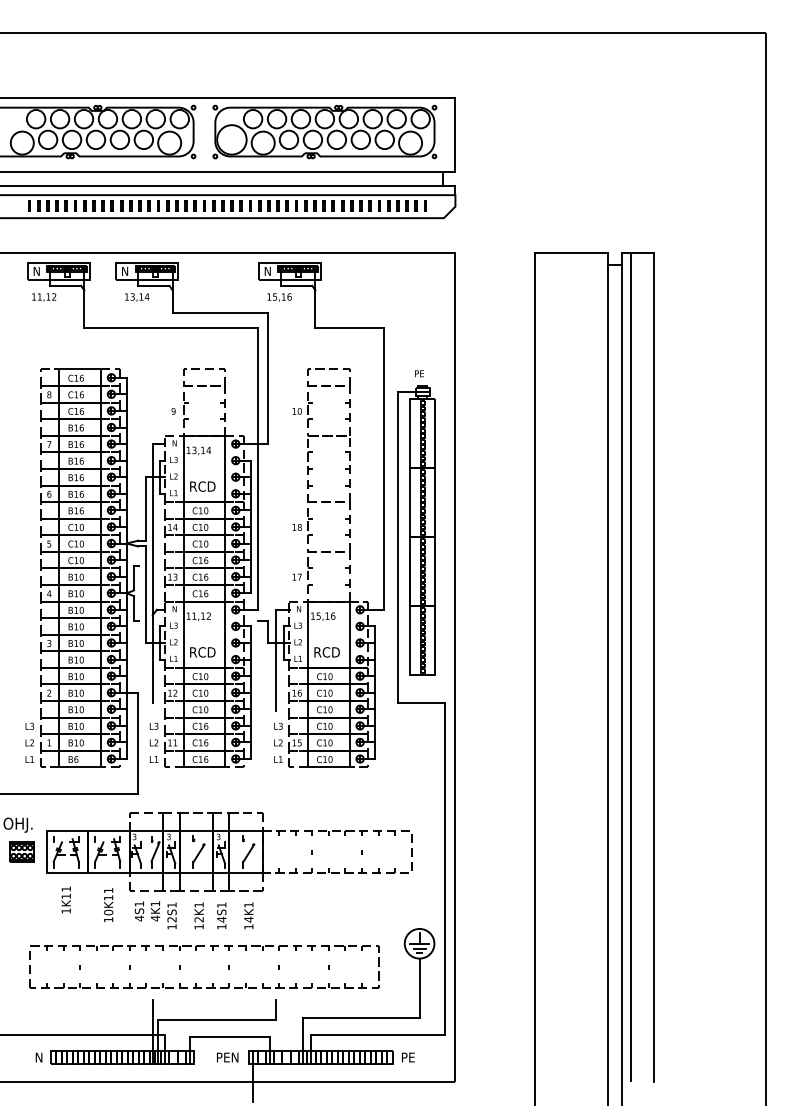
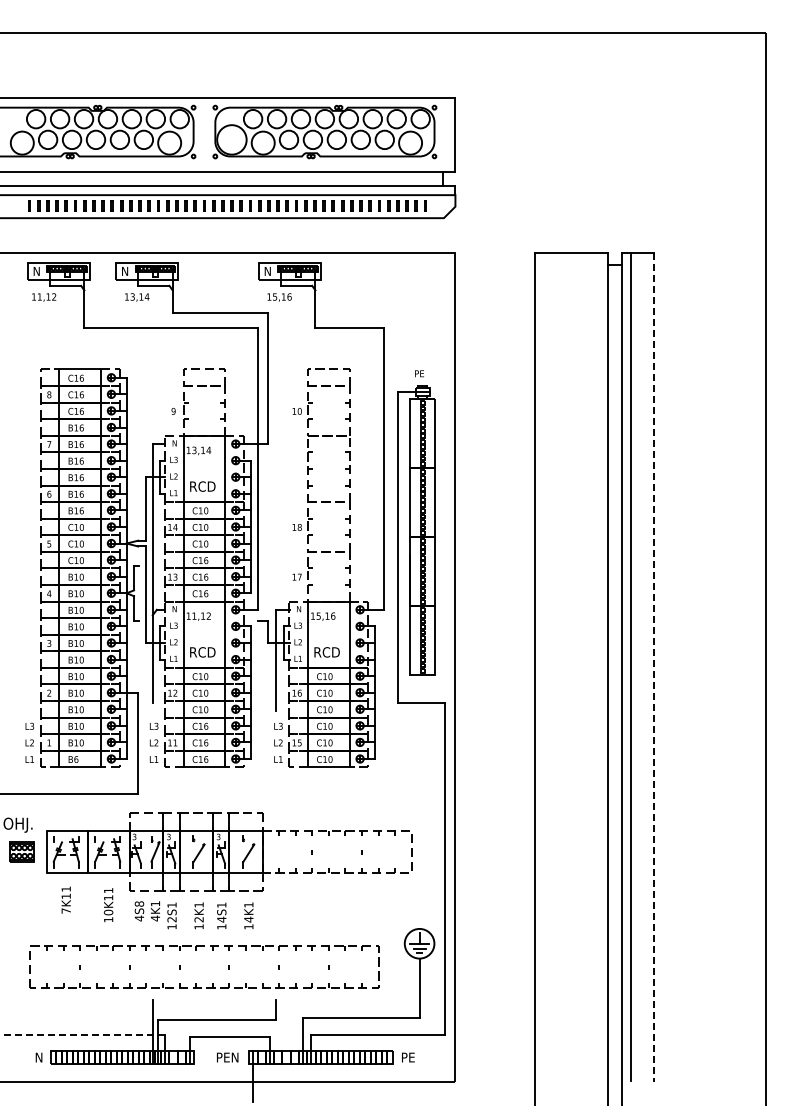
line at (654, 668): solid -> dashed
text at (139, 903): 4S1 -> 4S8
text at (65, 910): 1K11 -> 7K11
line at (82, 1034): solid -> dashed
